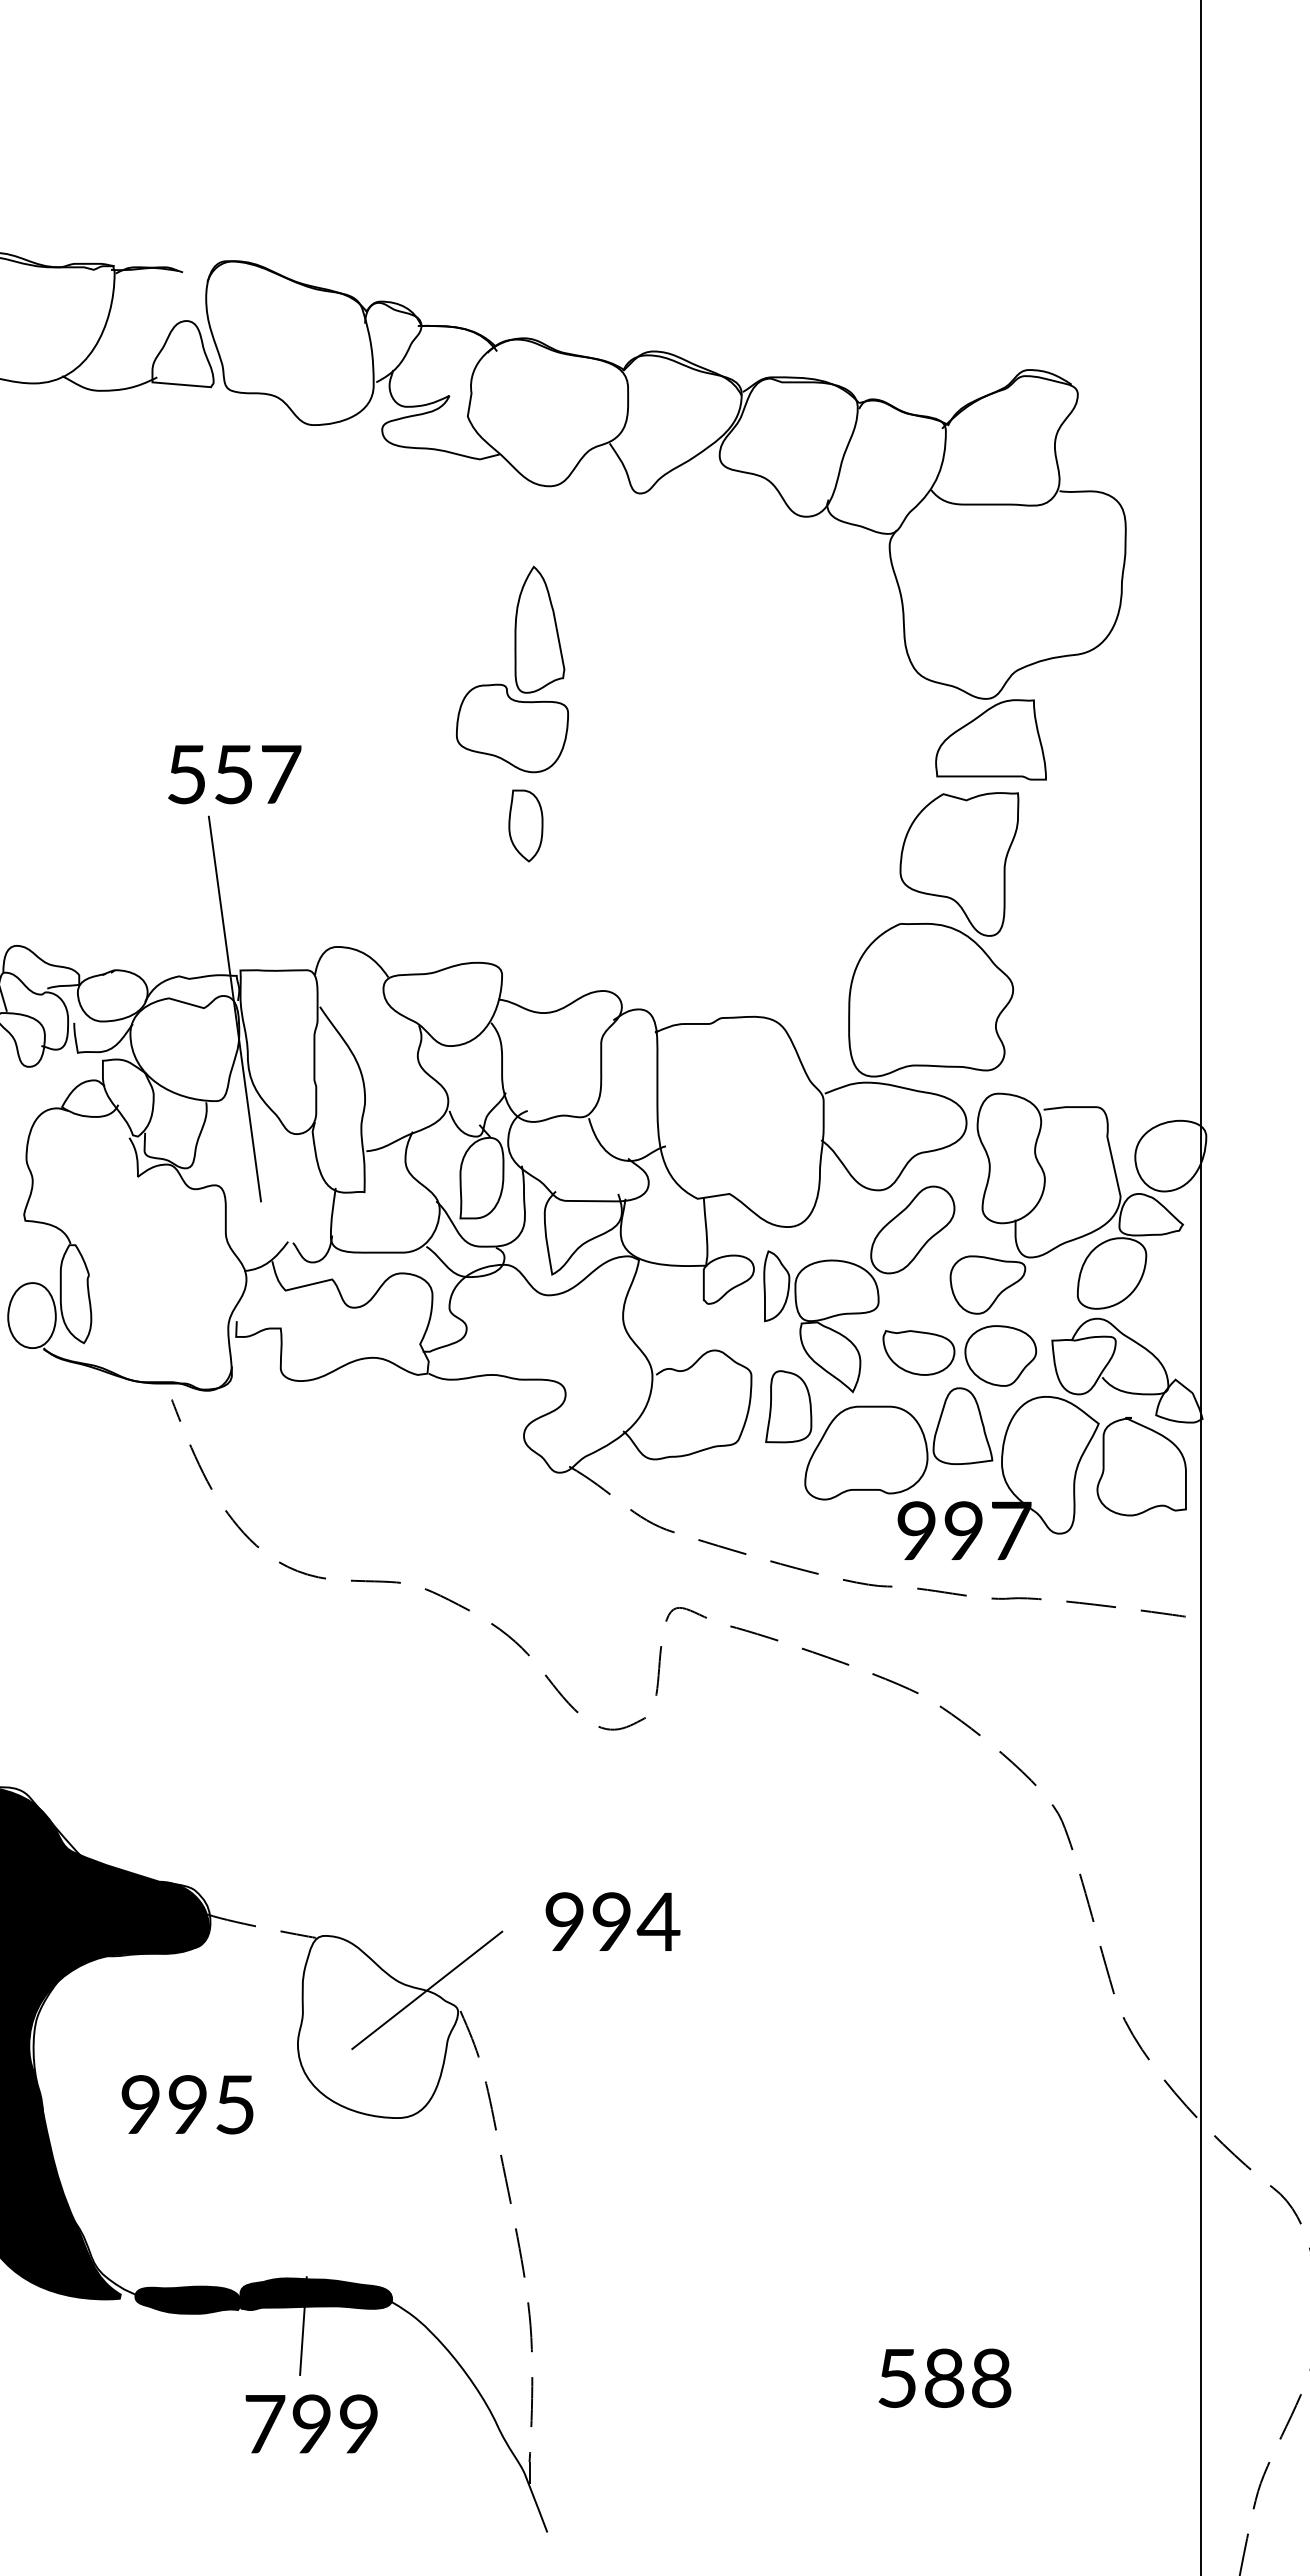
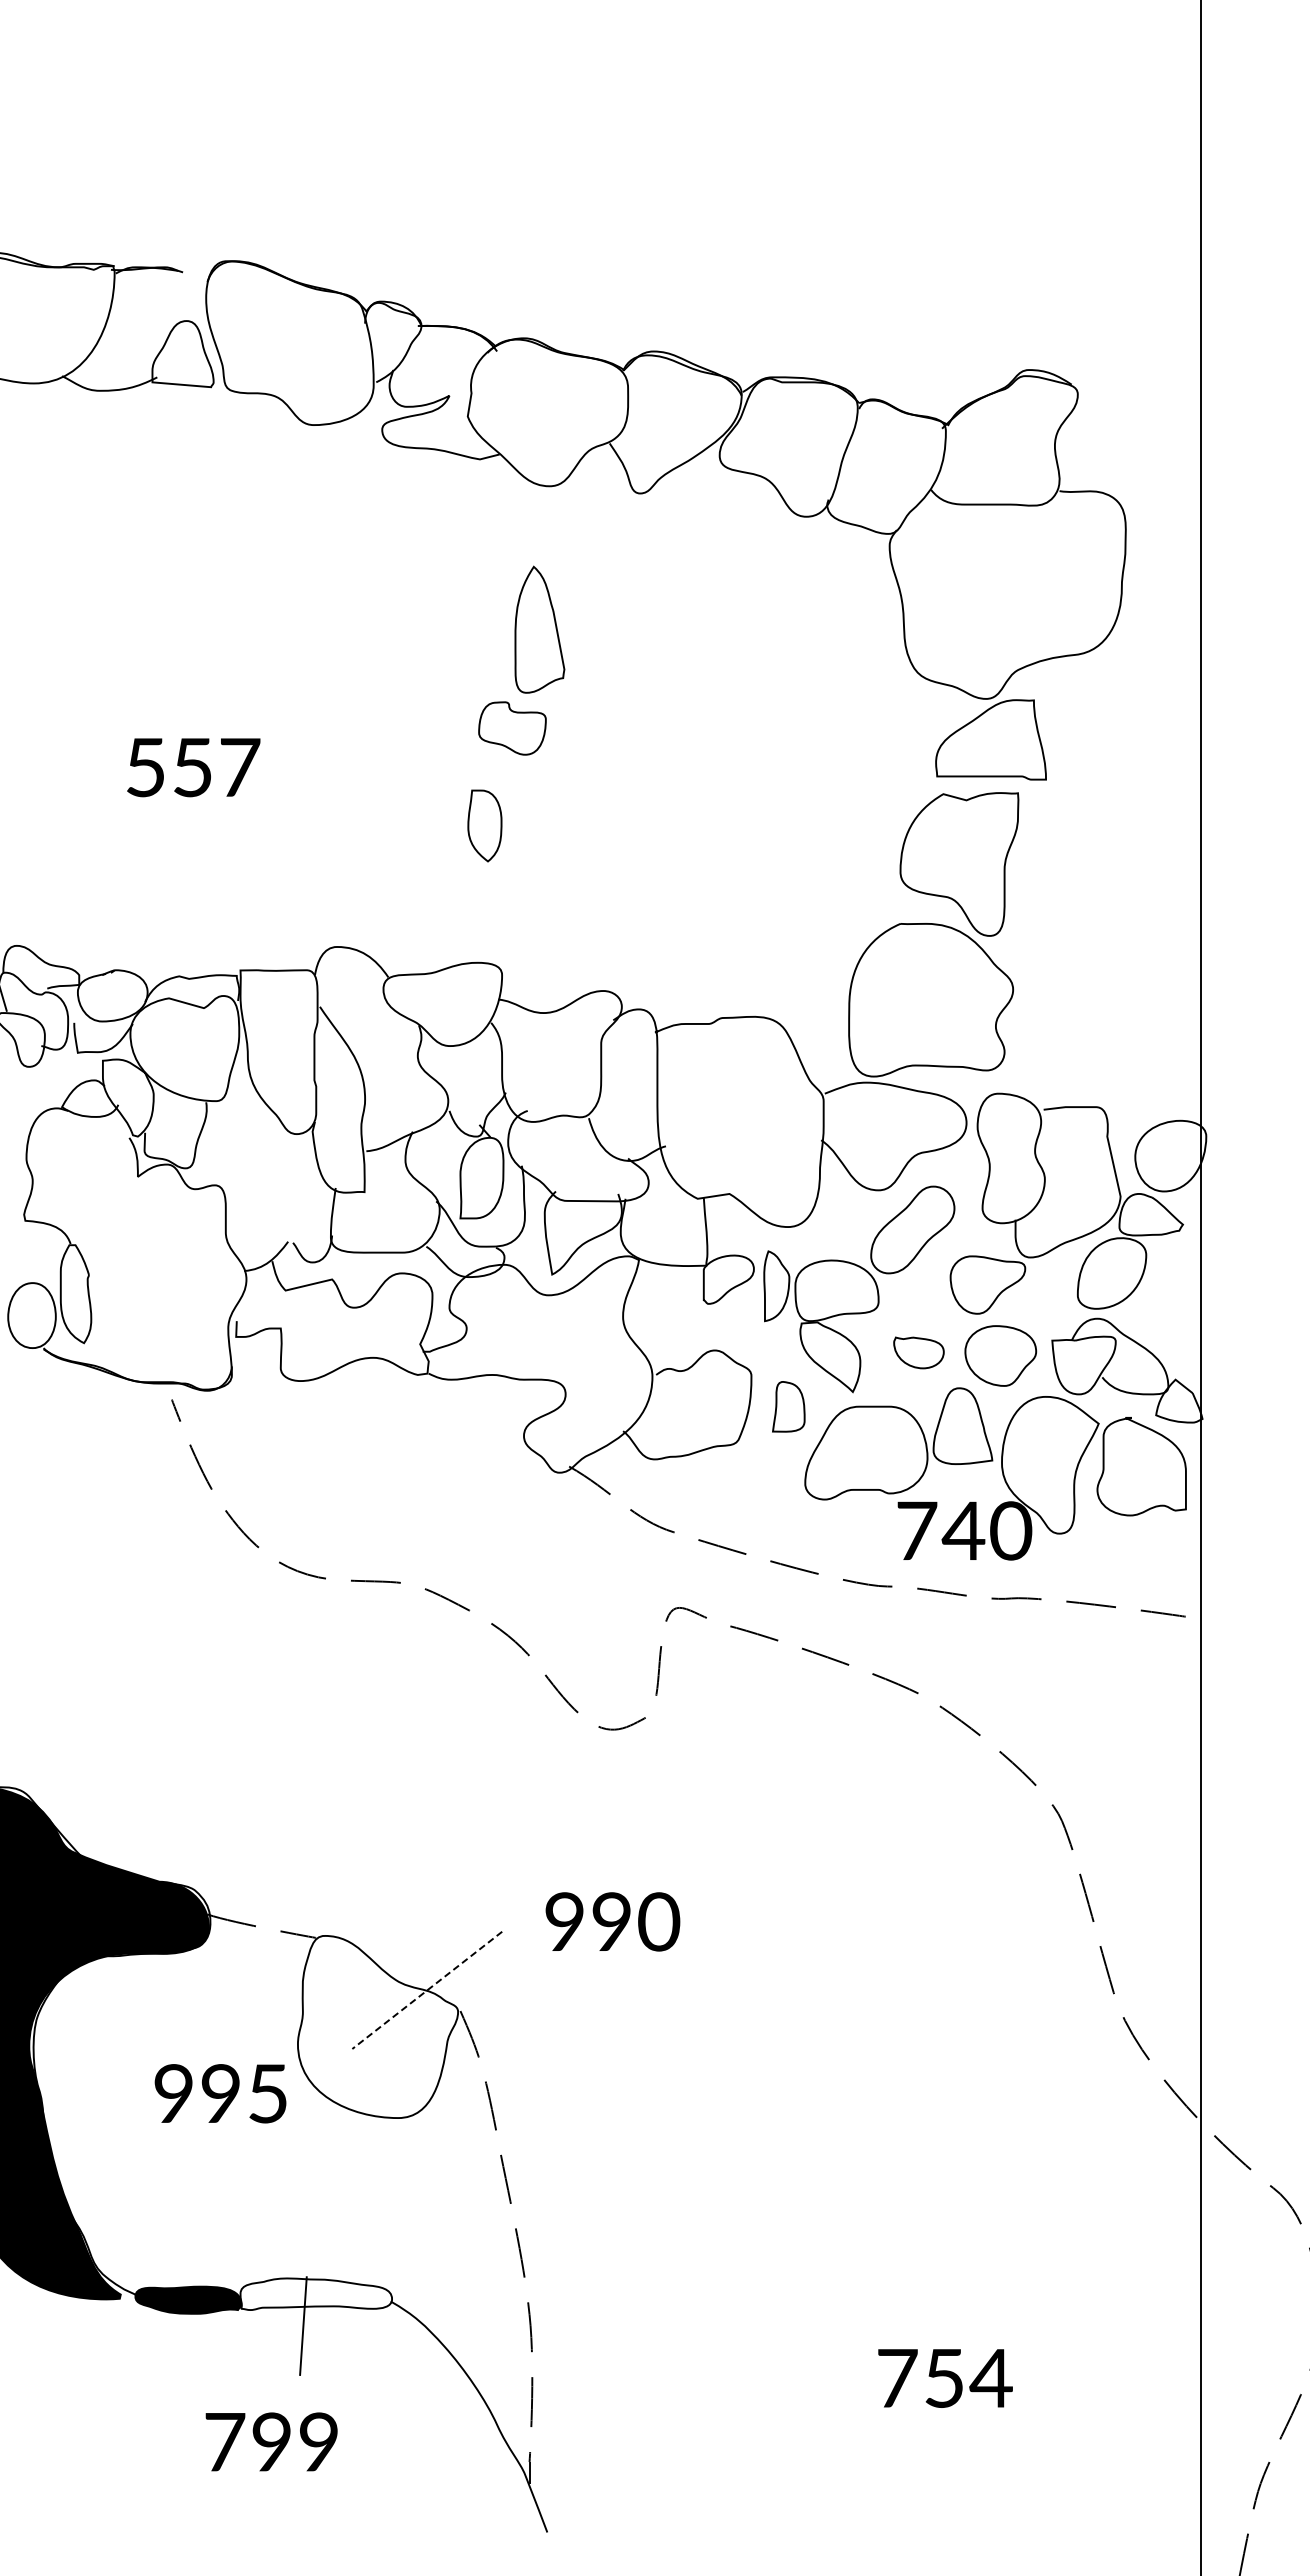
part at (512, 728) size: 113x91 px -> 69x55 px
text at (234, 774) position: (234, 774) -> (193, 767)
part at (525, 825) position: (525, 825) -> (484, 825)
line at (234, 1008): present -> none
part at (918, 1352) size: 74x46 px -> 52x34 px
part at (788, 1406) size: 48x74 px -> 34x52 px
text at (964, 1530): 997 -> 740
text at (658, 1921): 994 -> 990
line at (426, 1990): solid -> dashed
text at (187, 2104) position: (187, 2104) -> (220, 2093)
fill at (316, 2294): present -> none
text at (945, 2377): 588 -> 754
text at (311, 2423) position: (311, 2423) -> (271, 2441)
